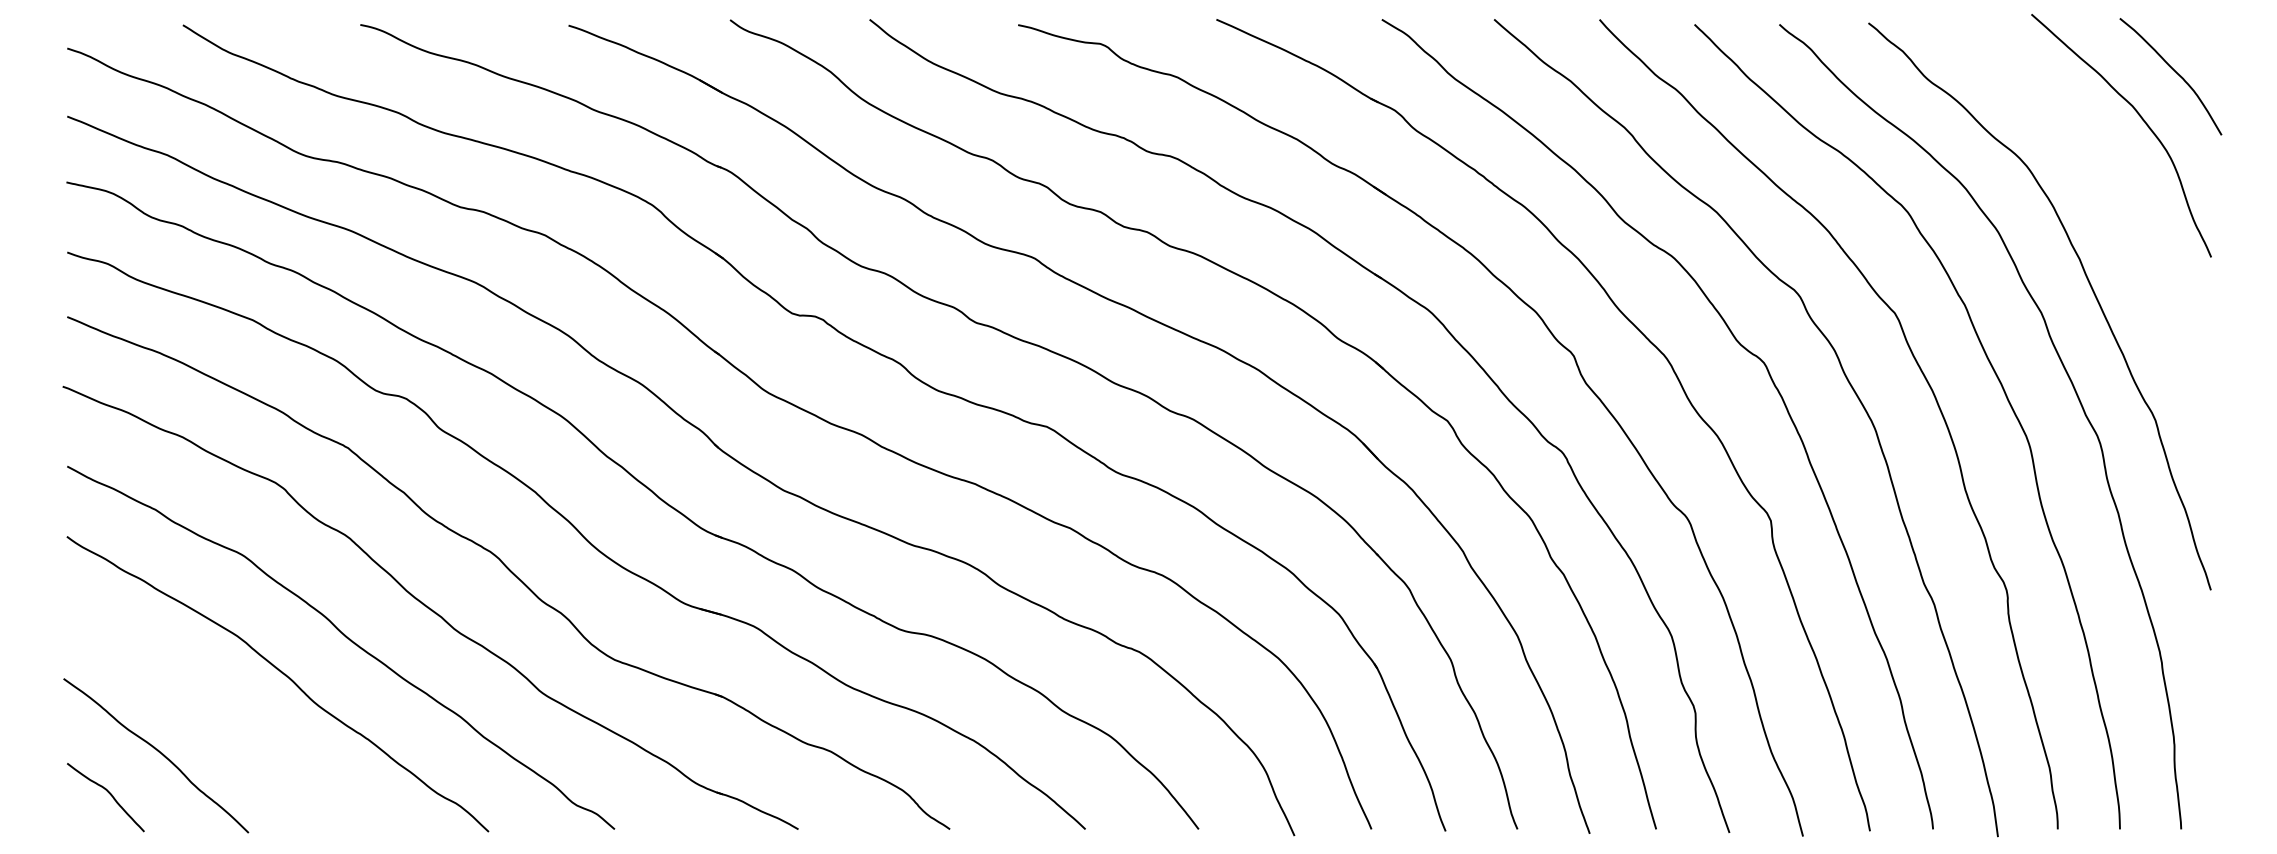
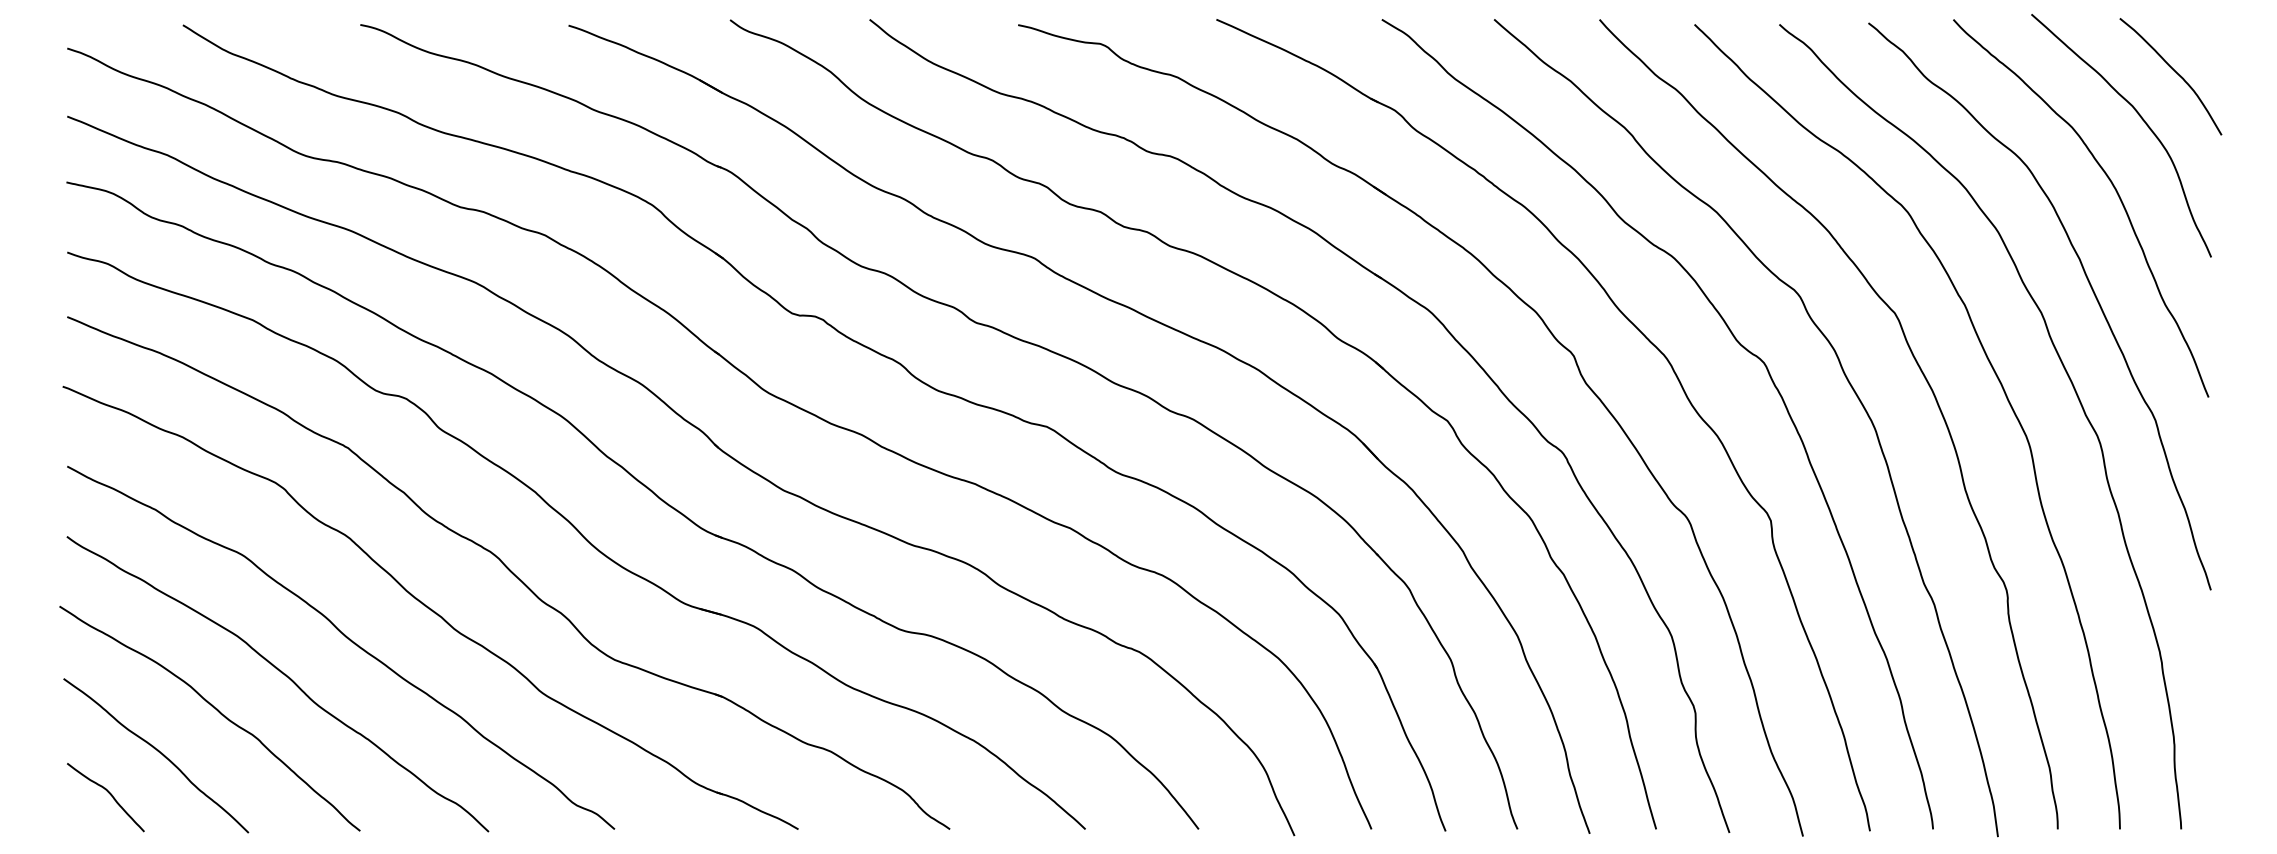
curve at (2112, 186): none -> present
curve at (216, 710): none -> present
